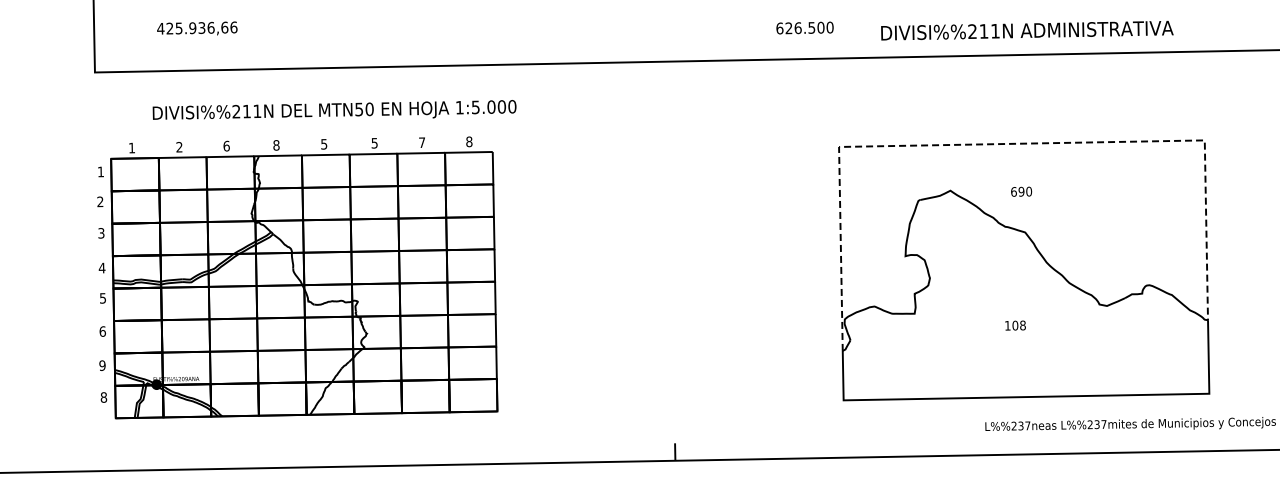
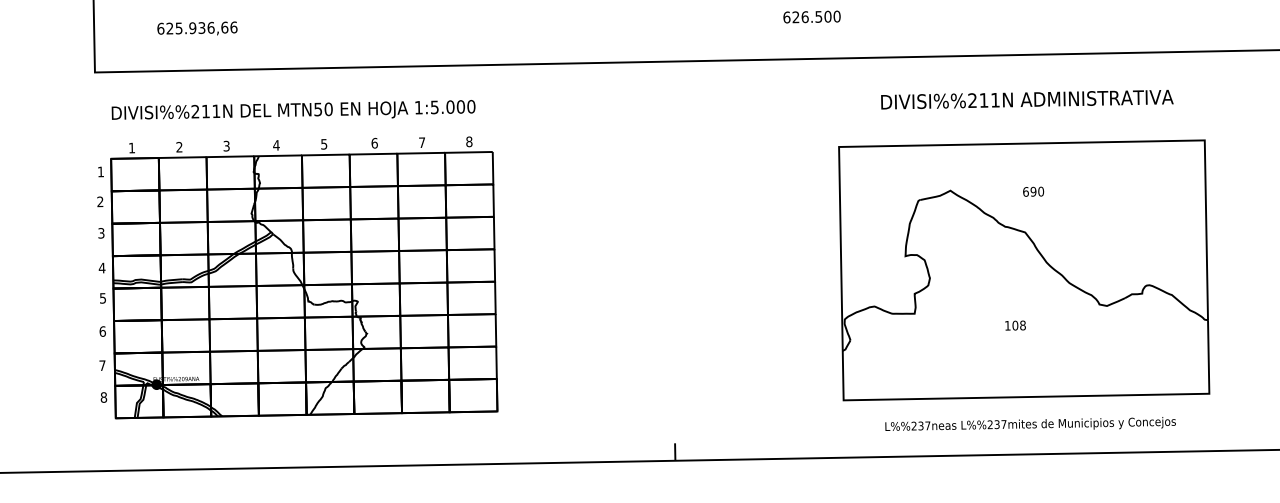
text at (804, 27) position: (804, 27) -> (811, 16)
text at (160, 28): 425.936,66 -> 625.936,66
text at (1027, 30) position: (1027, 30) -> (1027, 99)
text at (334, 109) position: (334, 109) -> (293, 109)
text at (374, 142): 5 -> 6
line at (1009, 143): dashed -> solid
text at (226, 145): 6 -> 3
text at (276, 145): 8 -> 4
text at (1021, 191) position: (1021, 191) -> (1033, 191)
text at (102, 365): 9 -> 7
text at (1130, 423) position: (1130, 423) -> (1030, 423)
